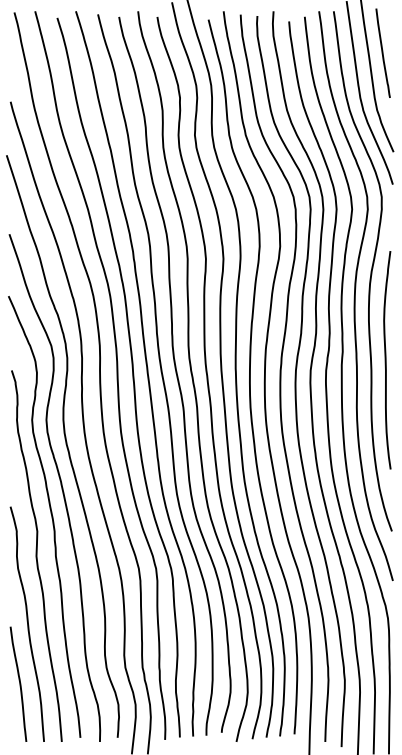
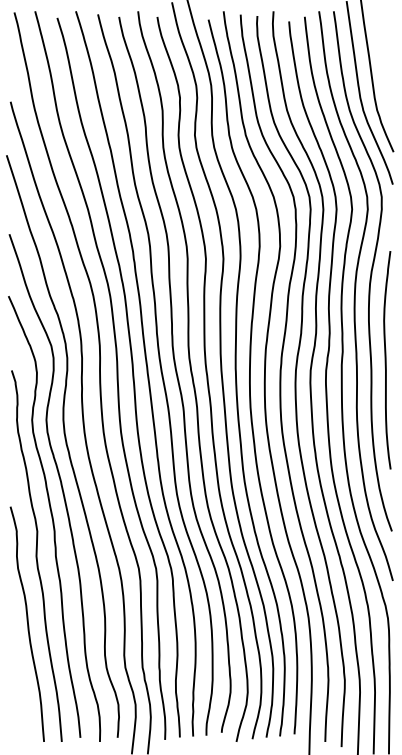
line at (382, 52): present -> none
curve at (19, 683): present -> none
